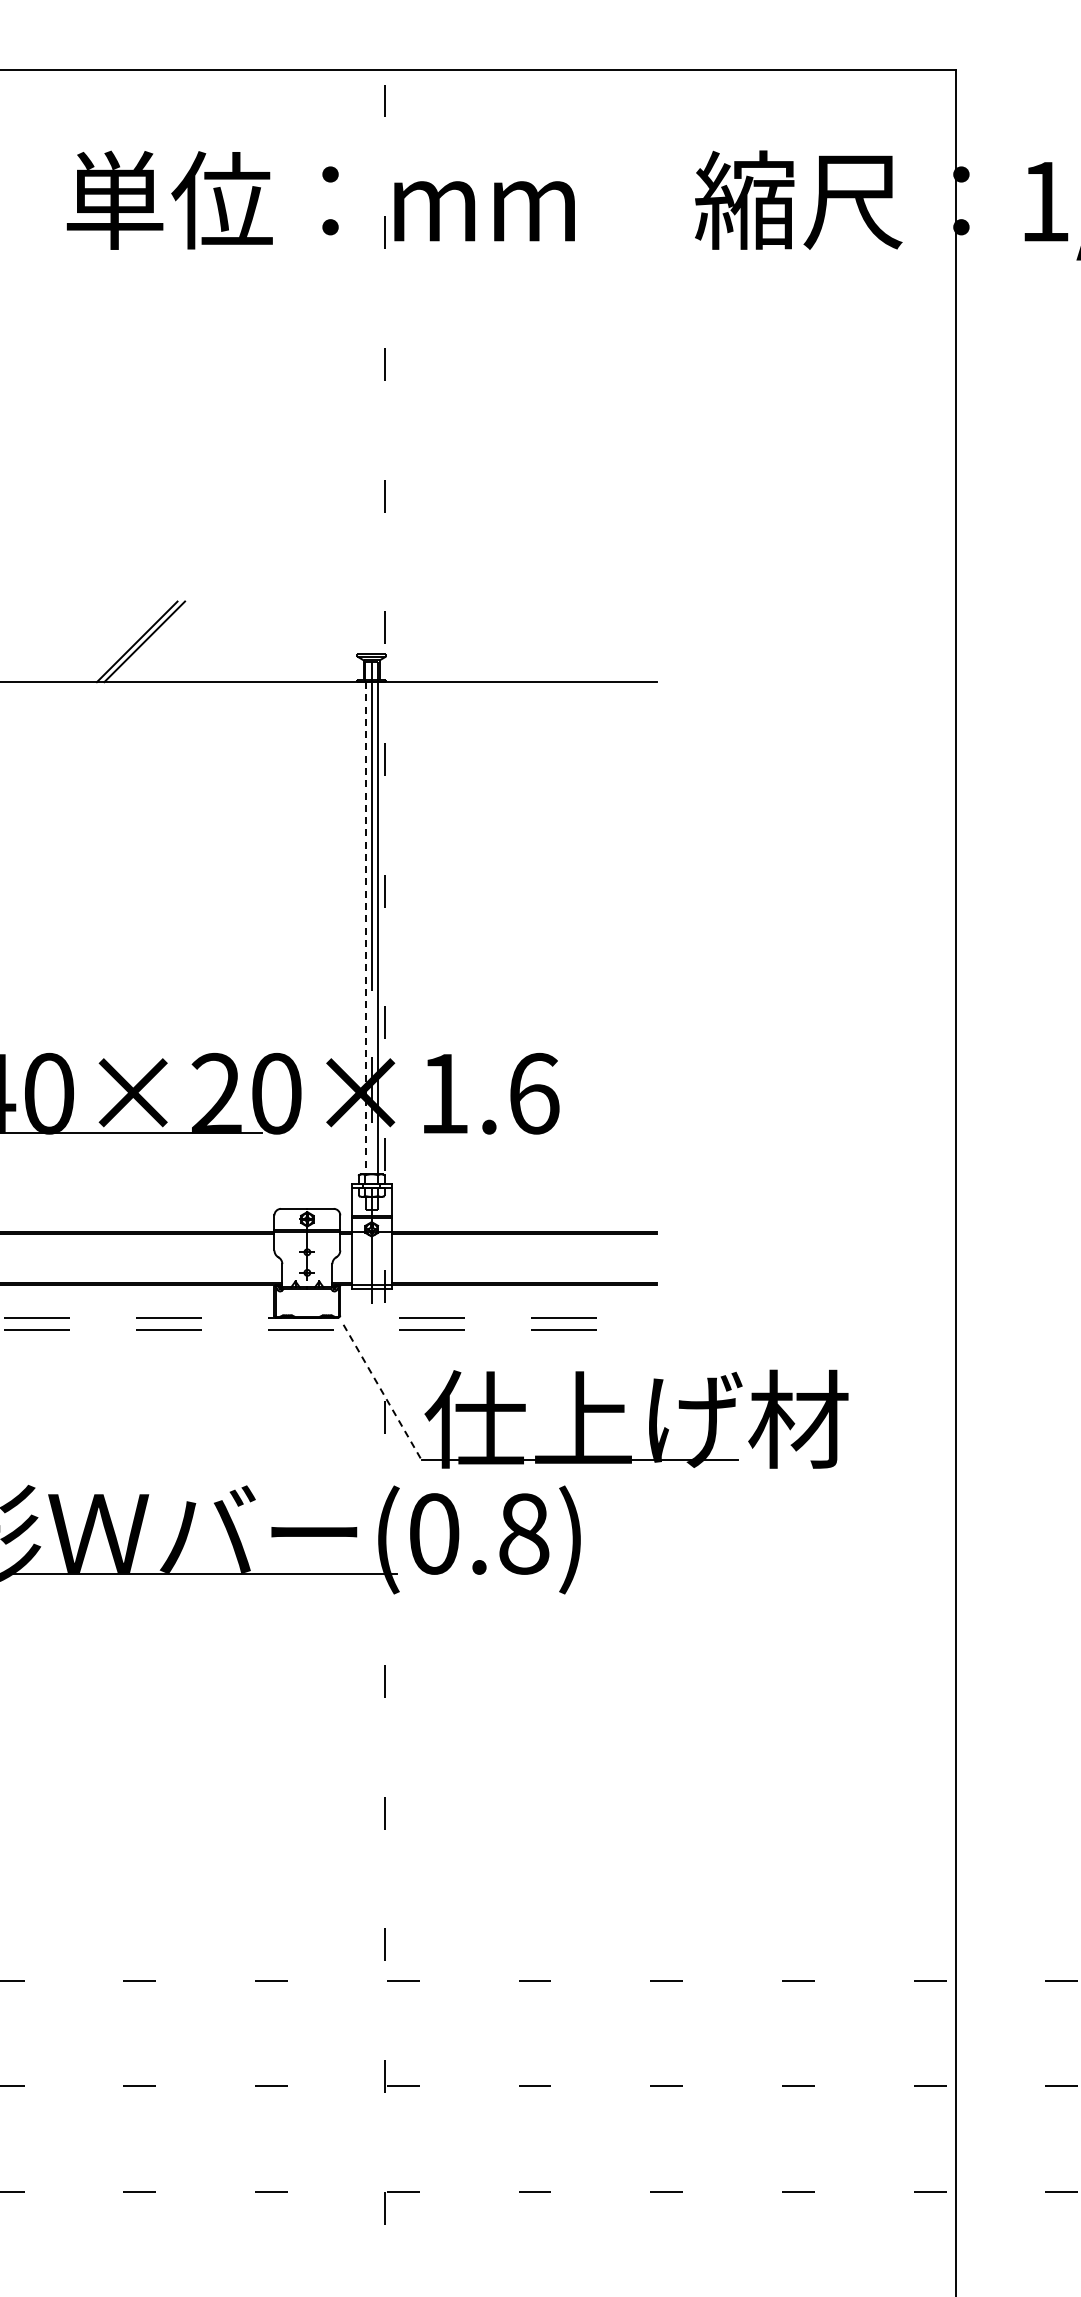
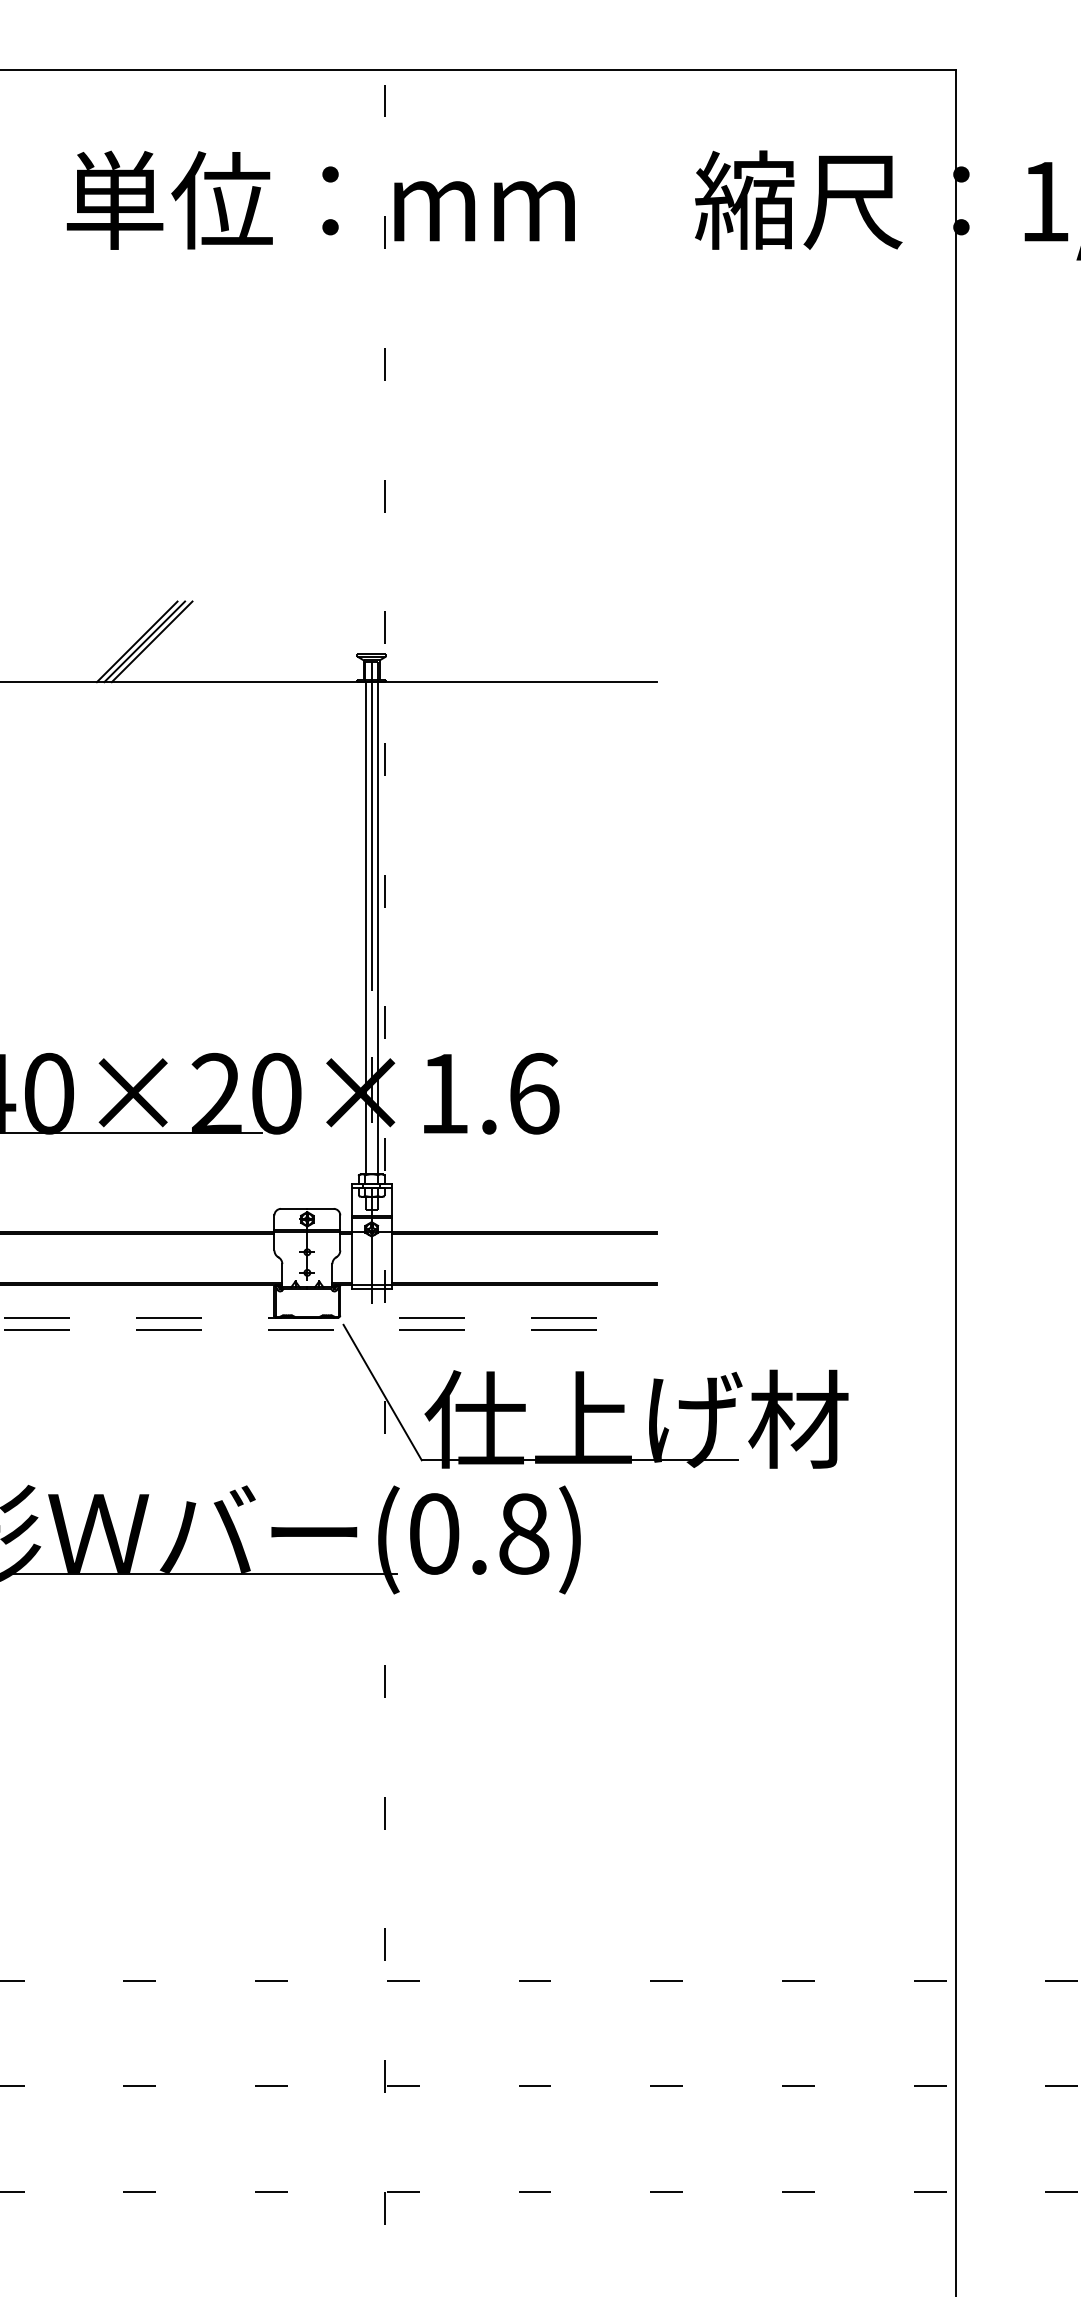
line at (151, 641): none -> present
line at (365, 928): dashed -> solid
line at (382, 1393): dashed -> solid
